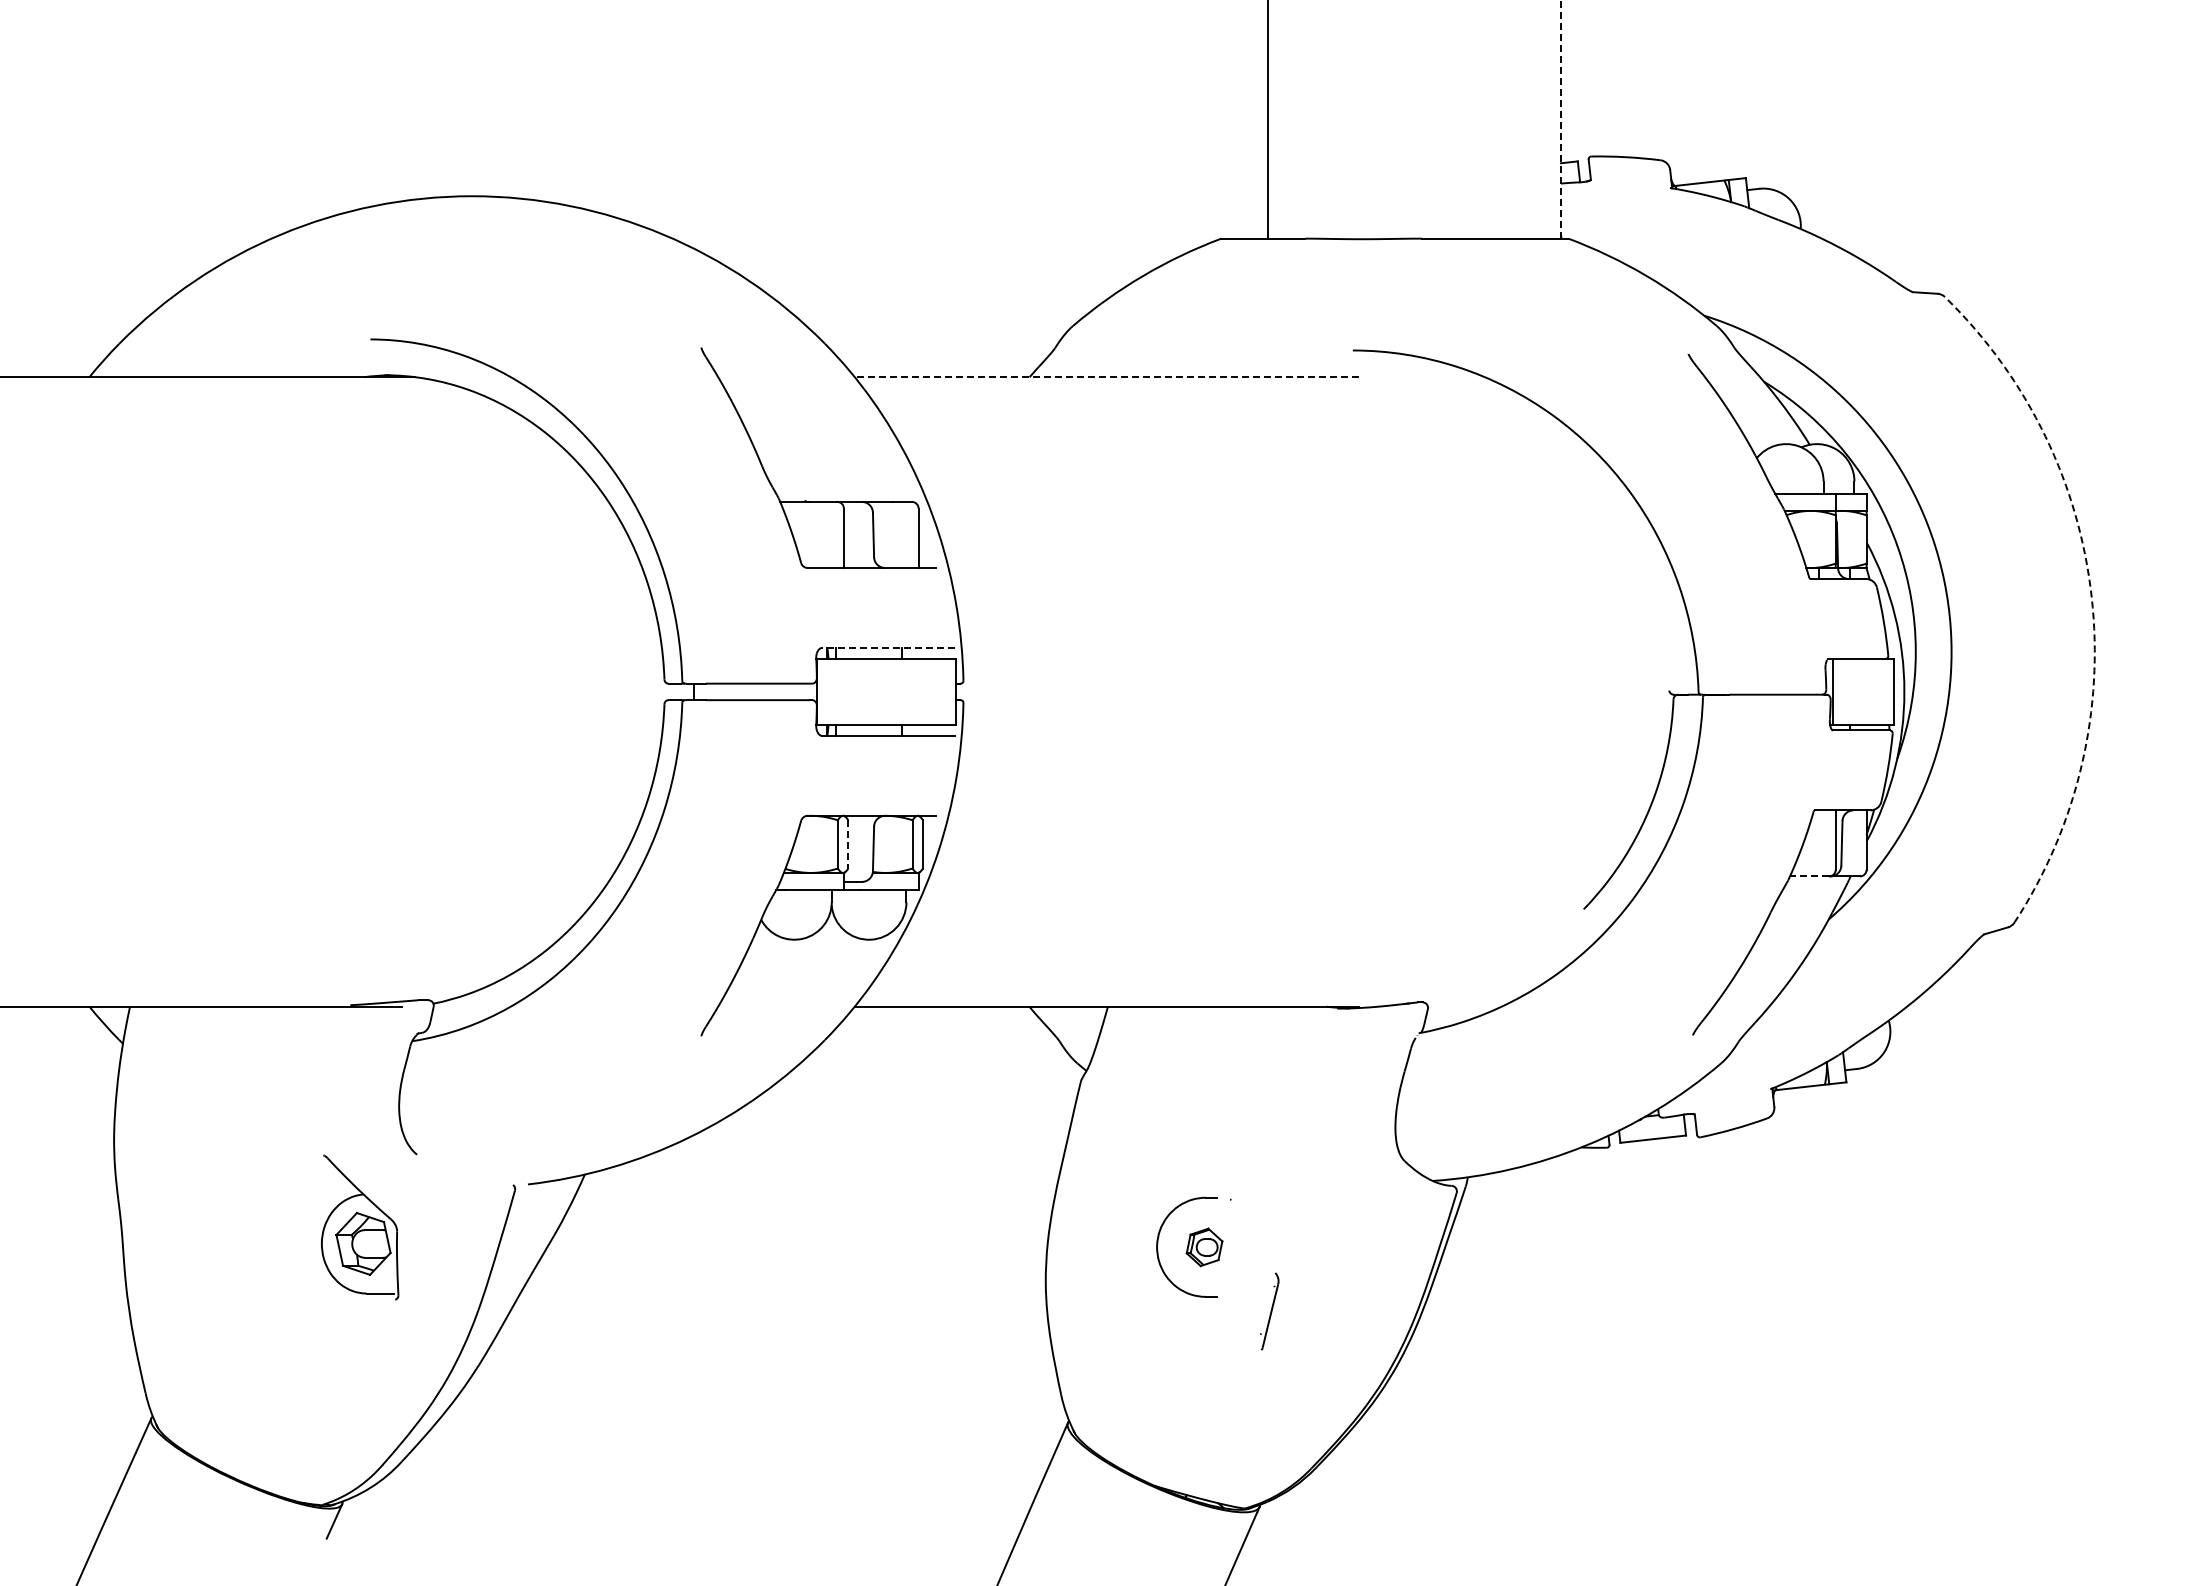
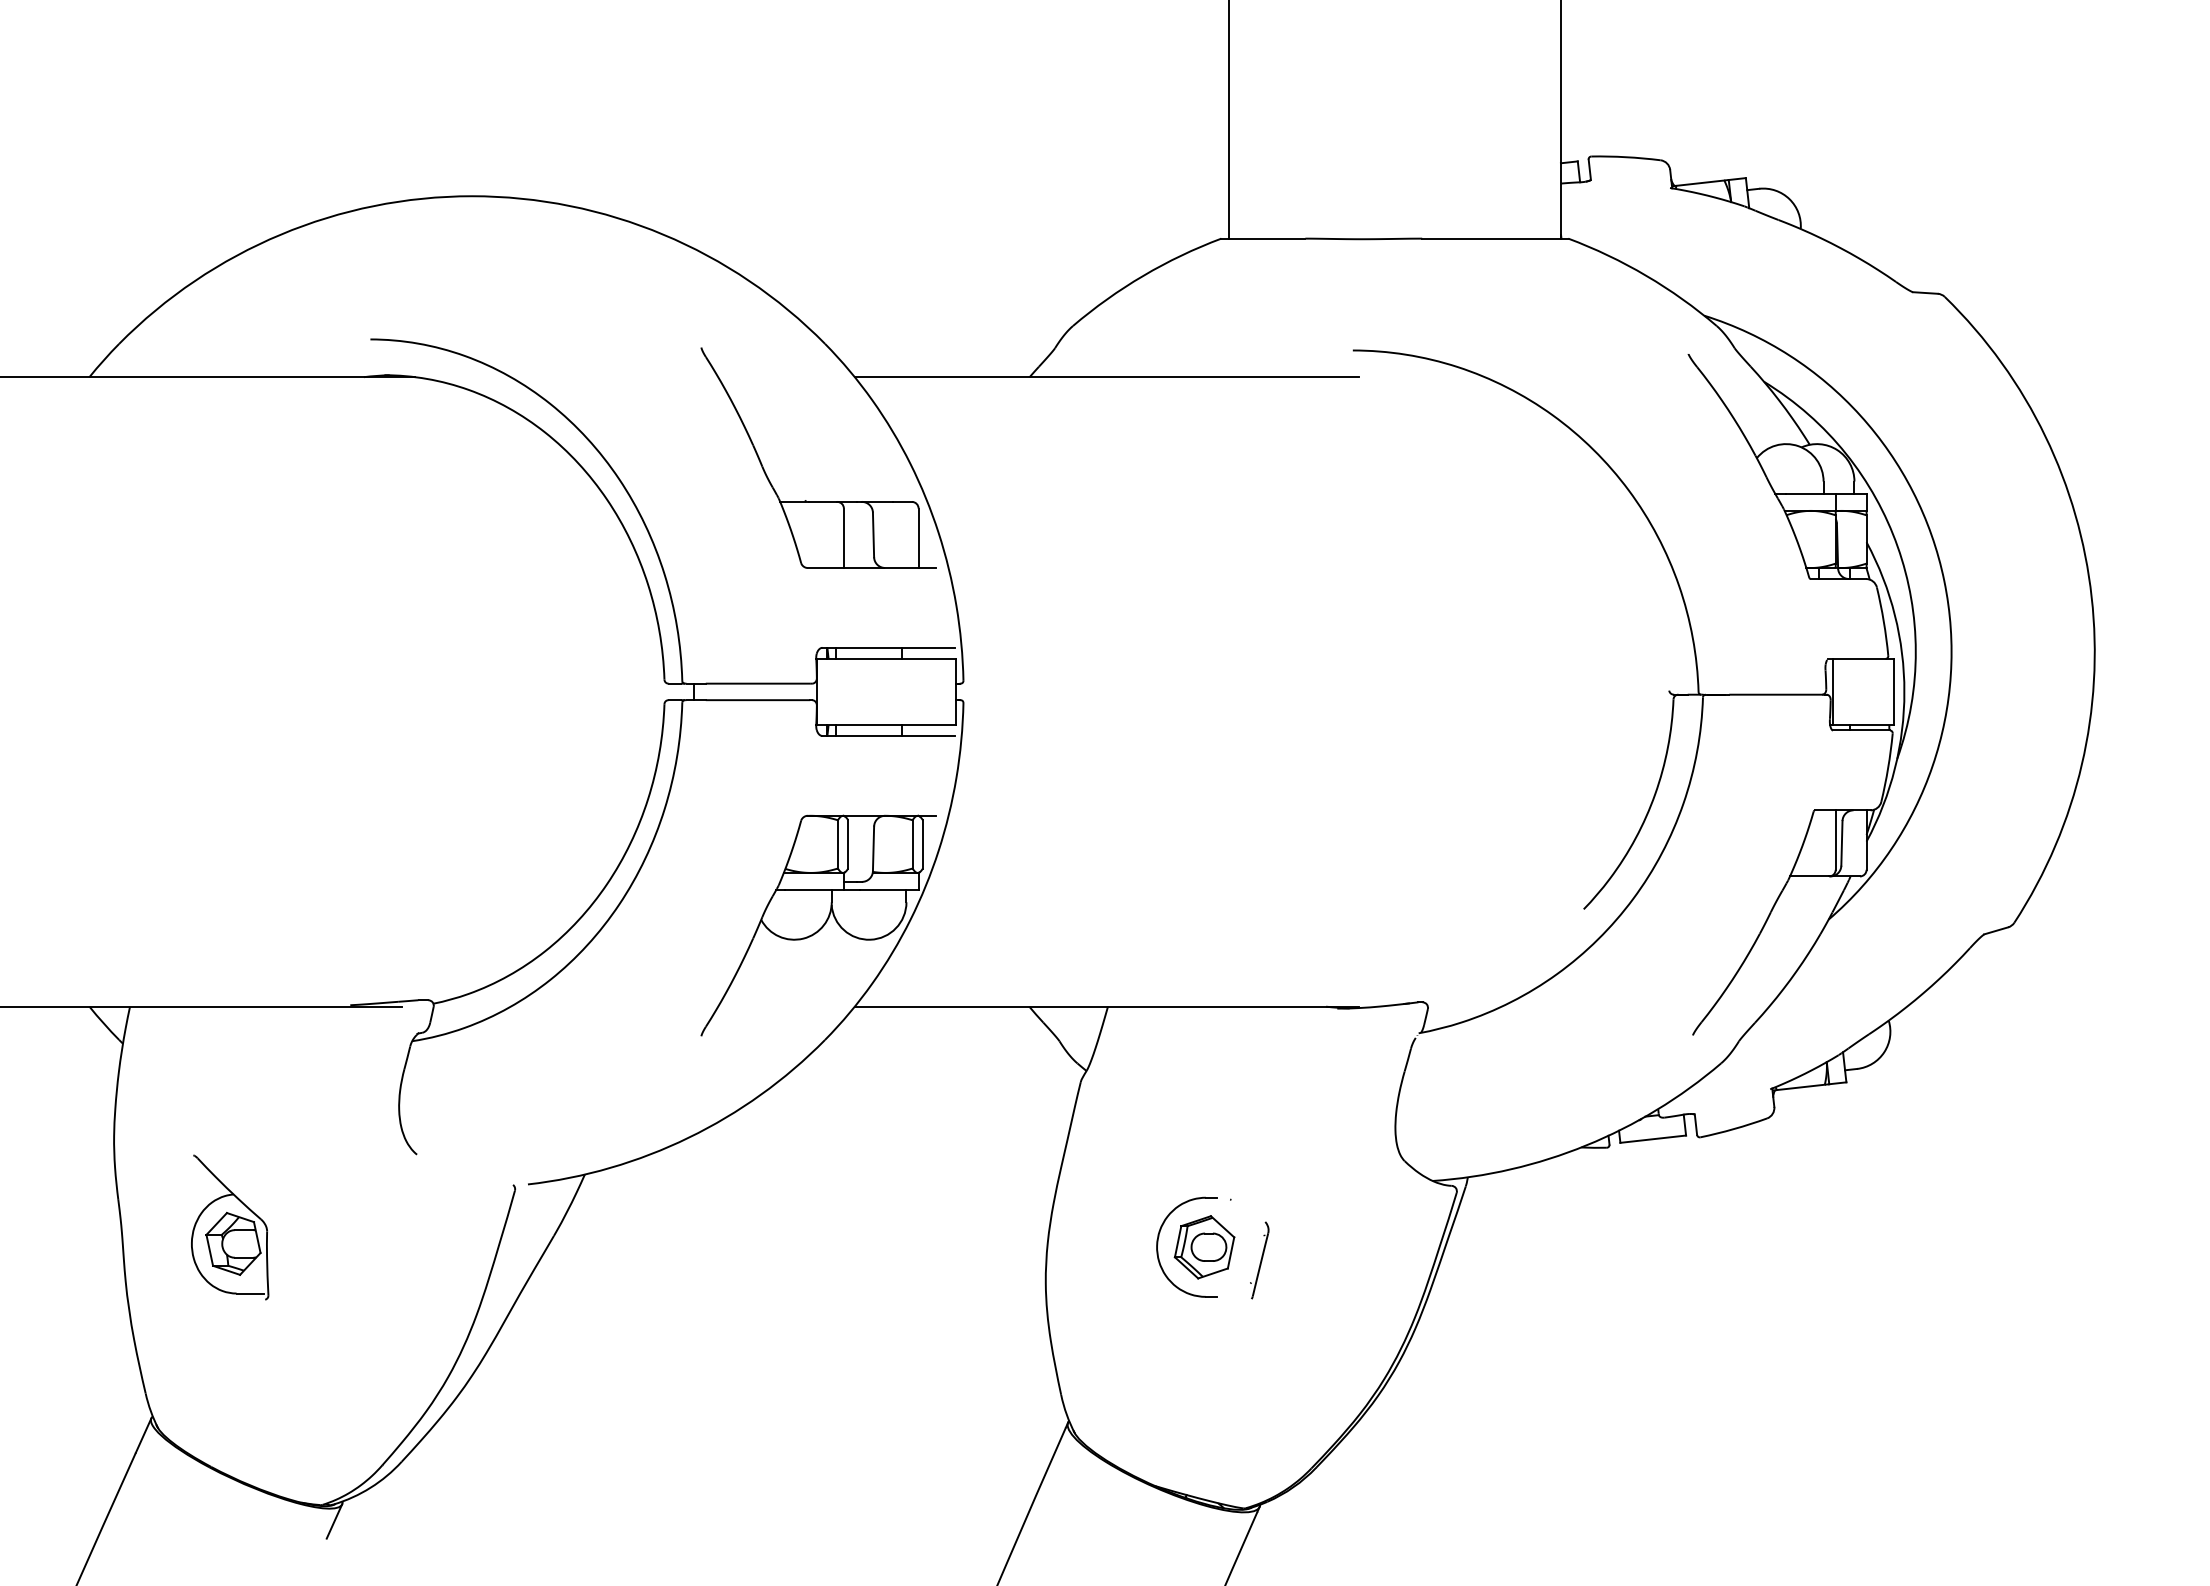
line at (1560, 119): dashed -> solid
line at (1267, 120) position: (1267, 120) -> (1228, 120)
line at (1106, 377): dashed -> solid
arc at (2091, 597): dashed -> solid
line at (888, 647): dashed -> solid
line at (848, 844): dashed -> solid
line at (1809, 876): dashed -> solid
part at (360, 1227) position: (360, 1227) -> (230, 1227)
part at (1204, 1247) size: 39x41 px -> 63x65 px
part at (1269, 1311) position: (1269, 1311) -> (1259, 1260)
